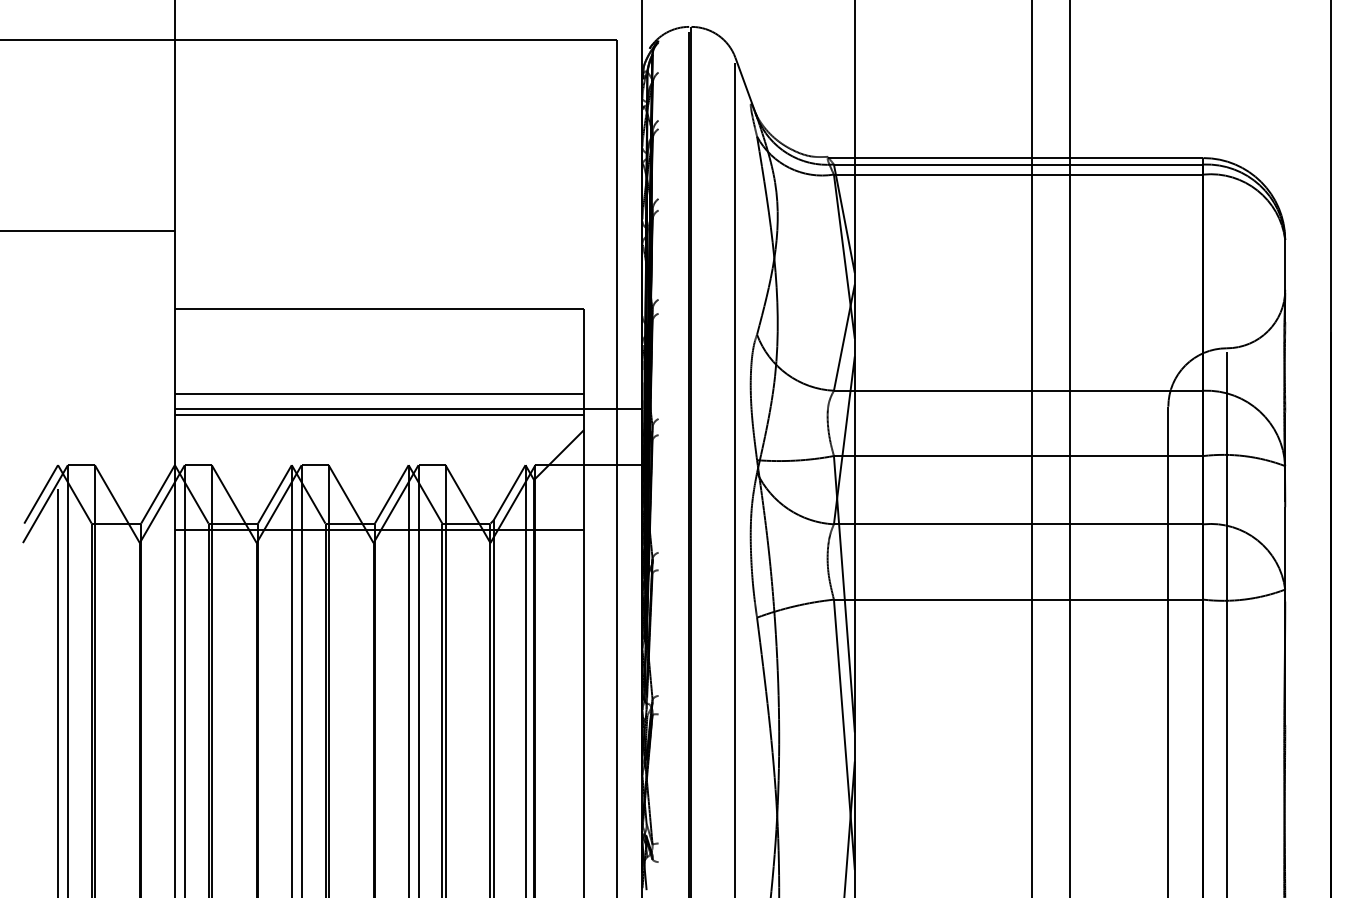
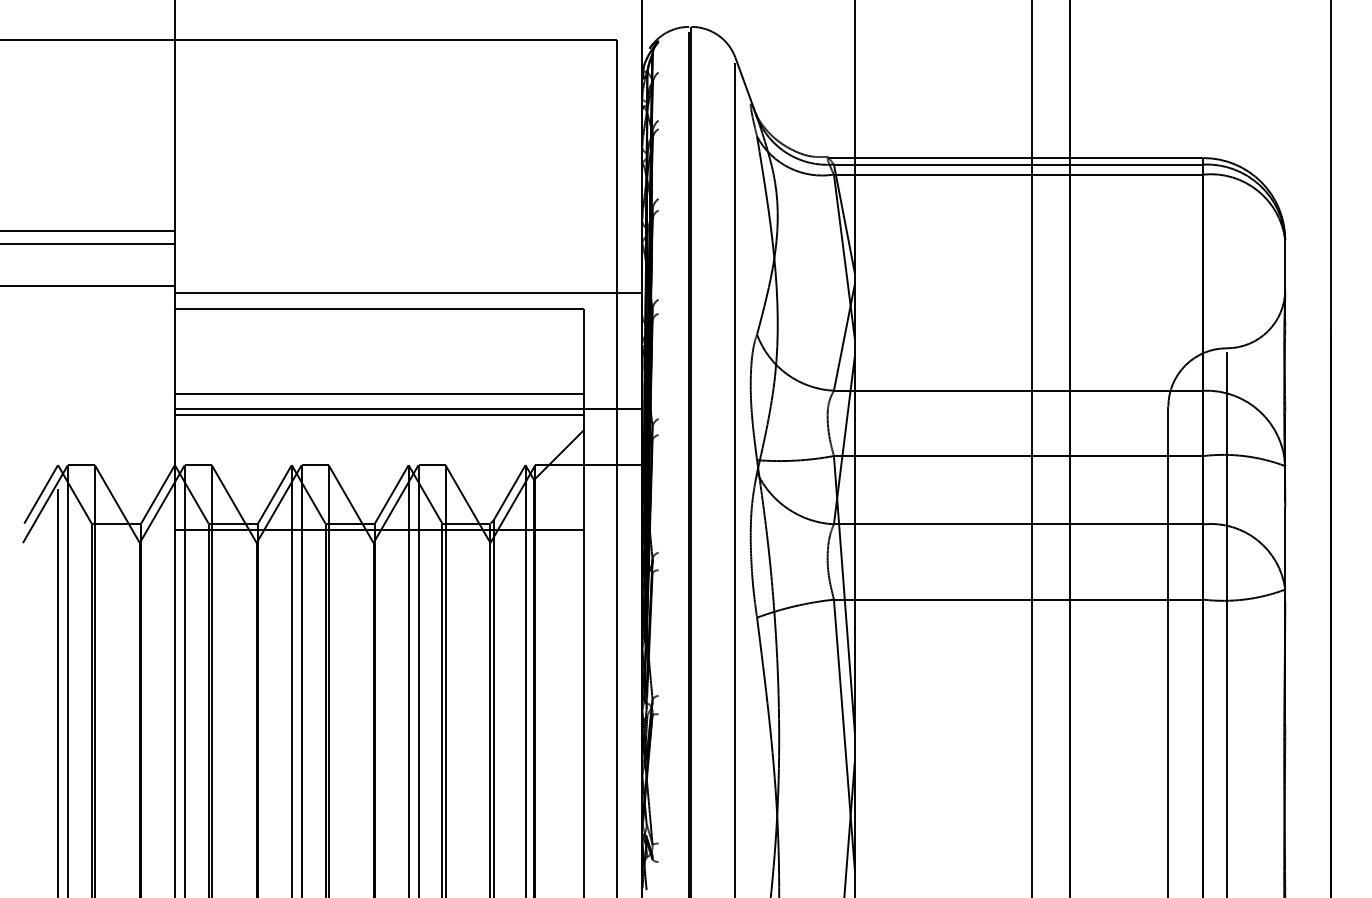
line at (88, 243): none -> present
line at (88, 286): none -> present
line at (408, 292): none -> present
